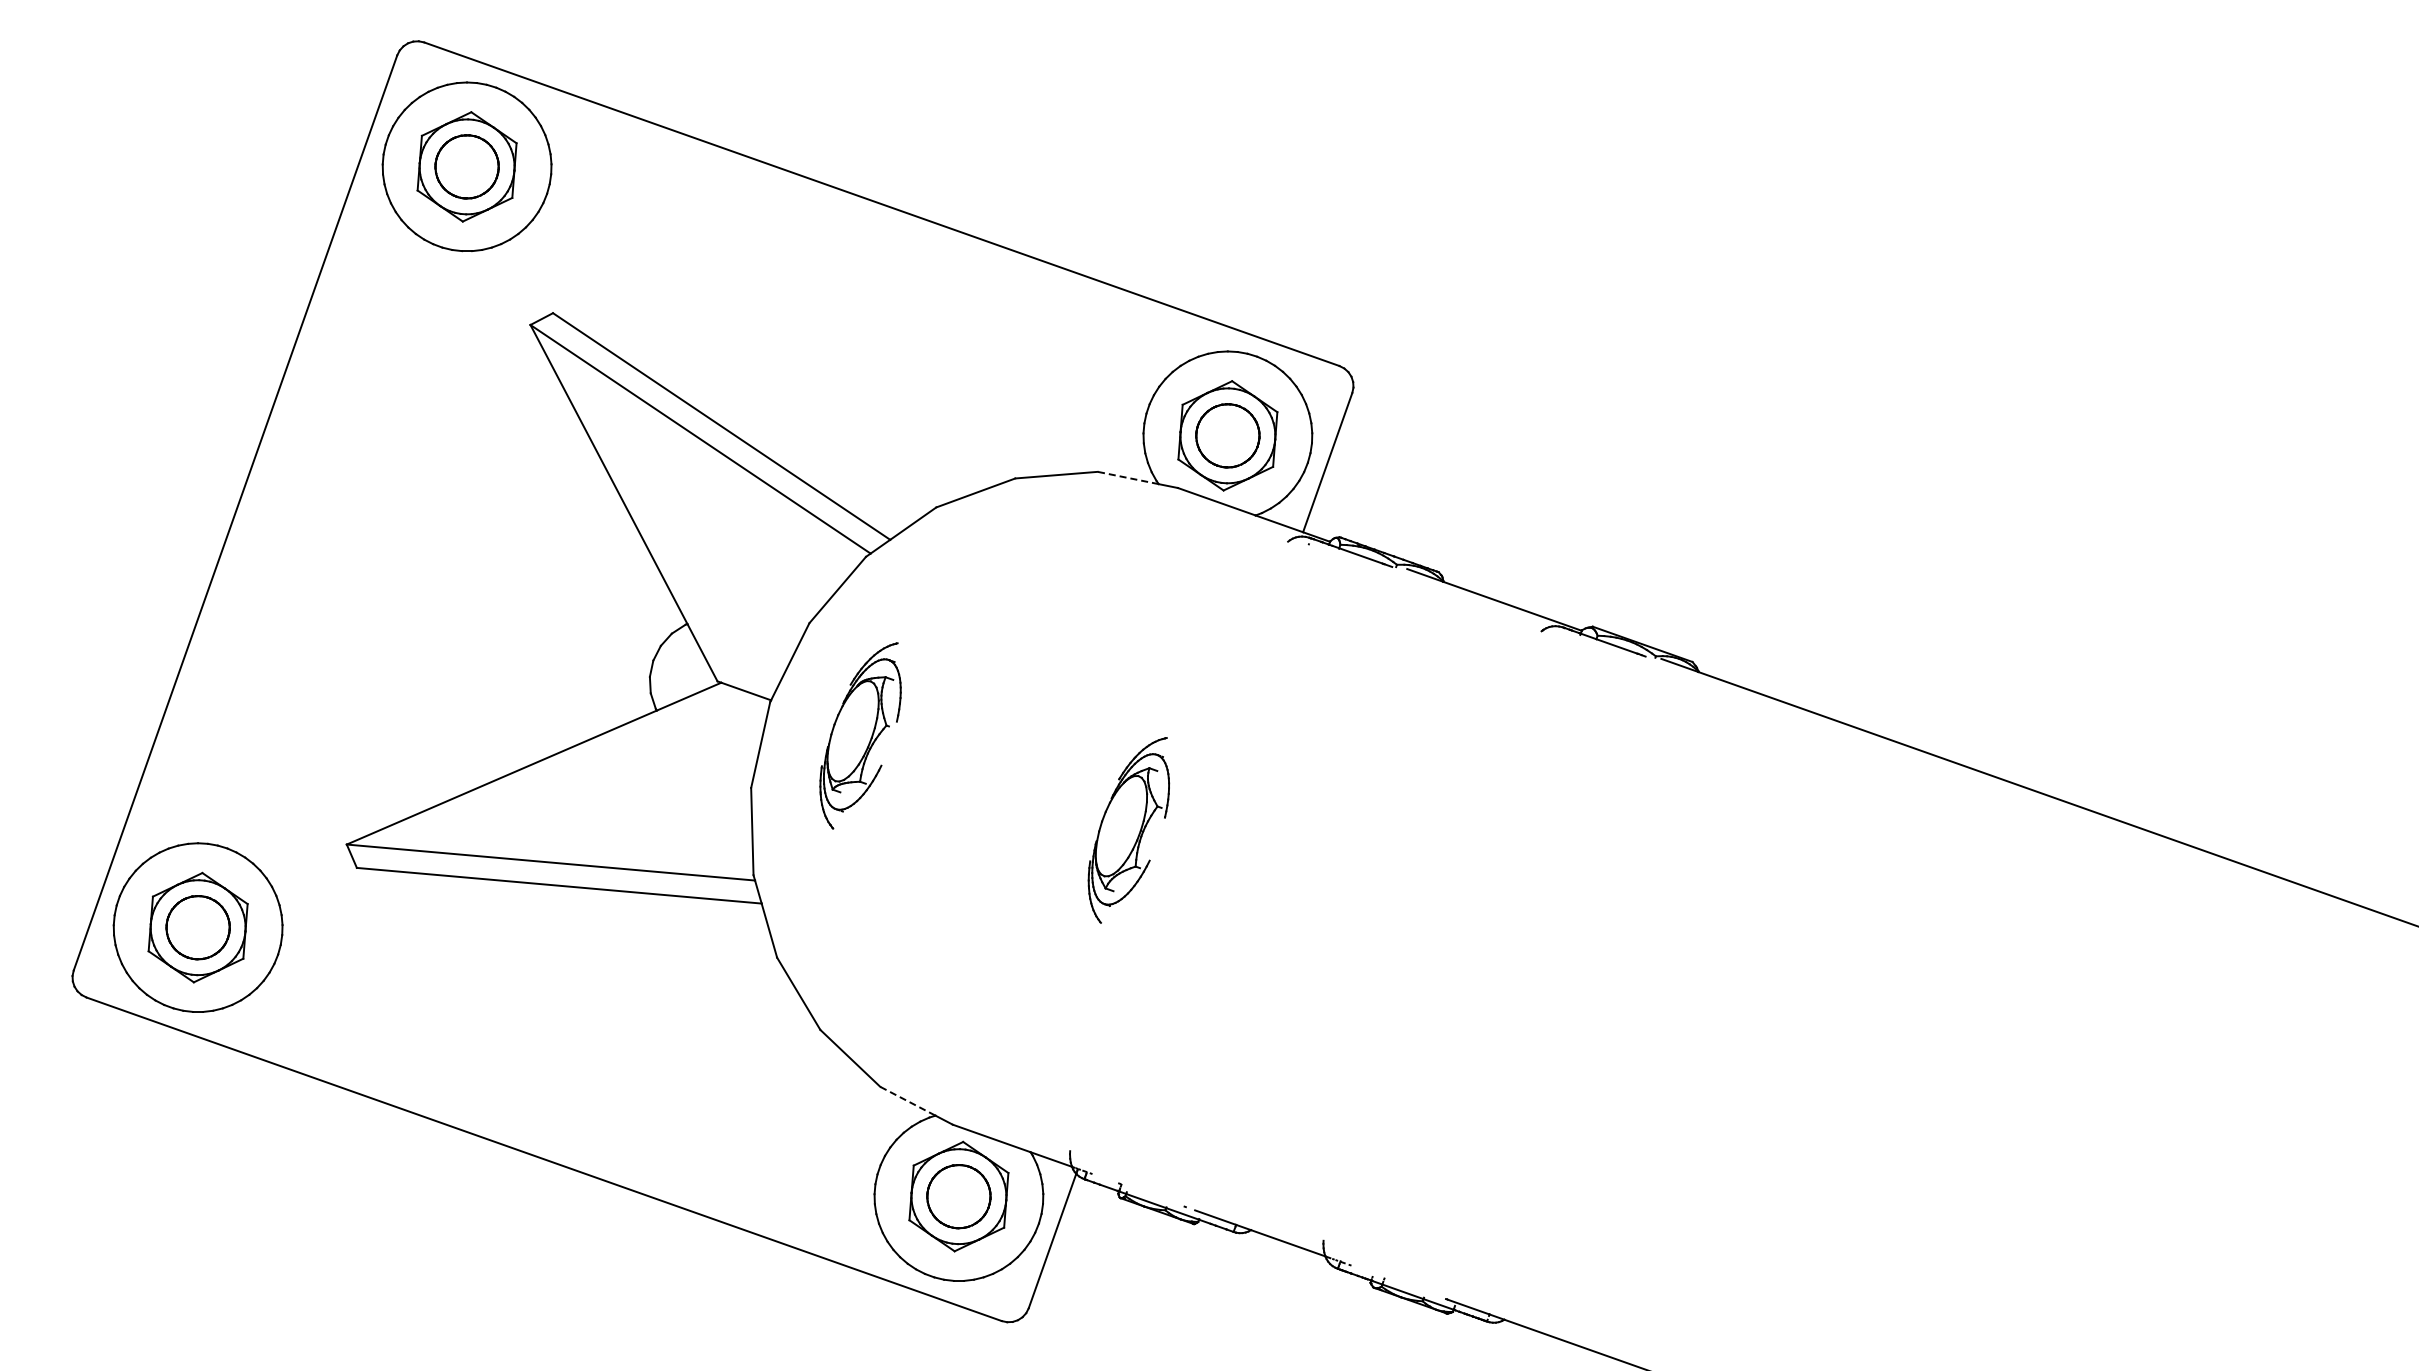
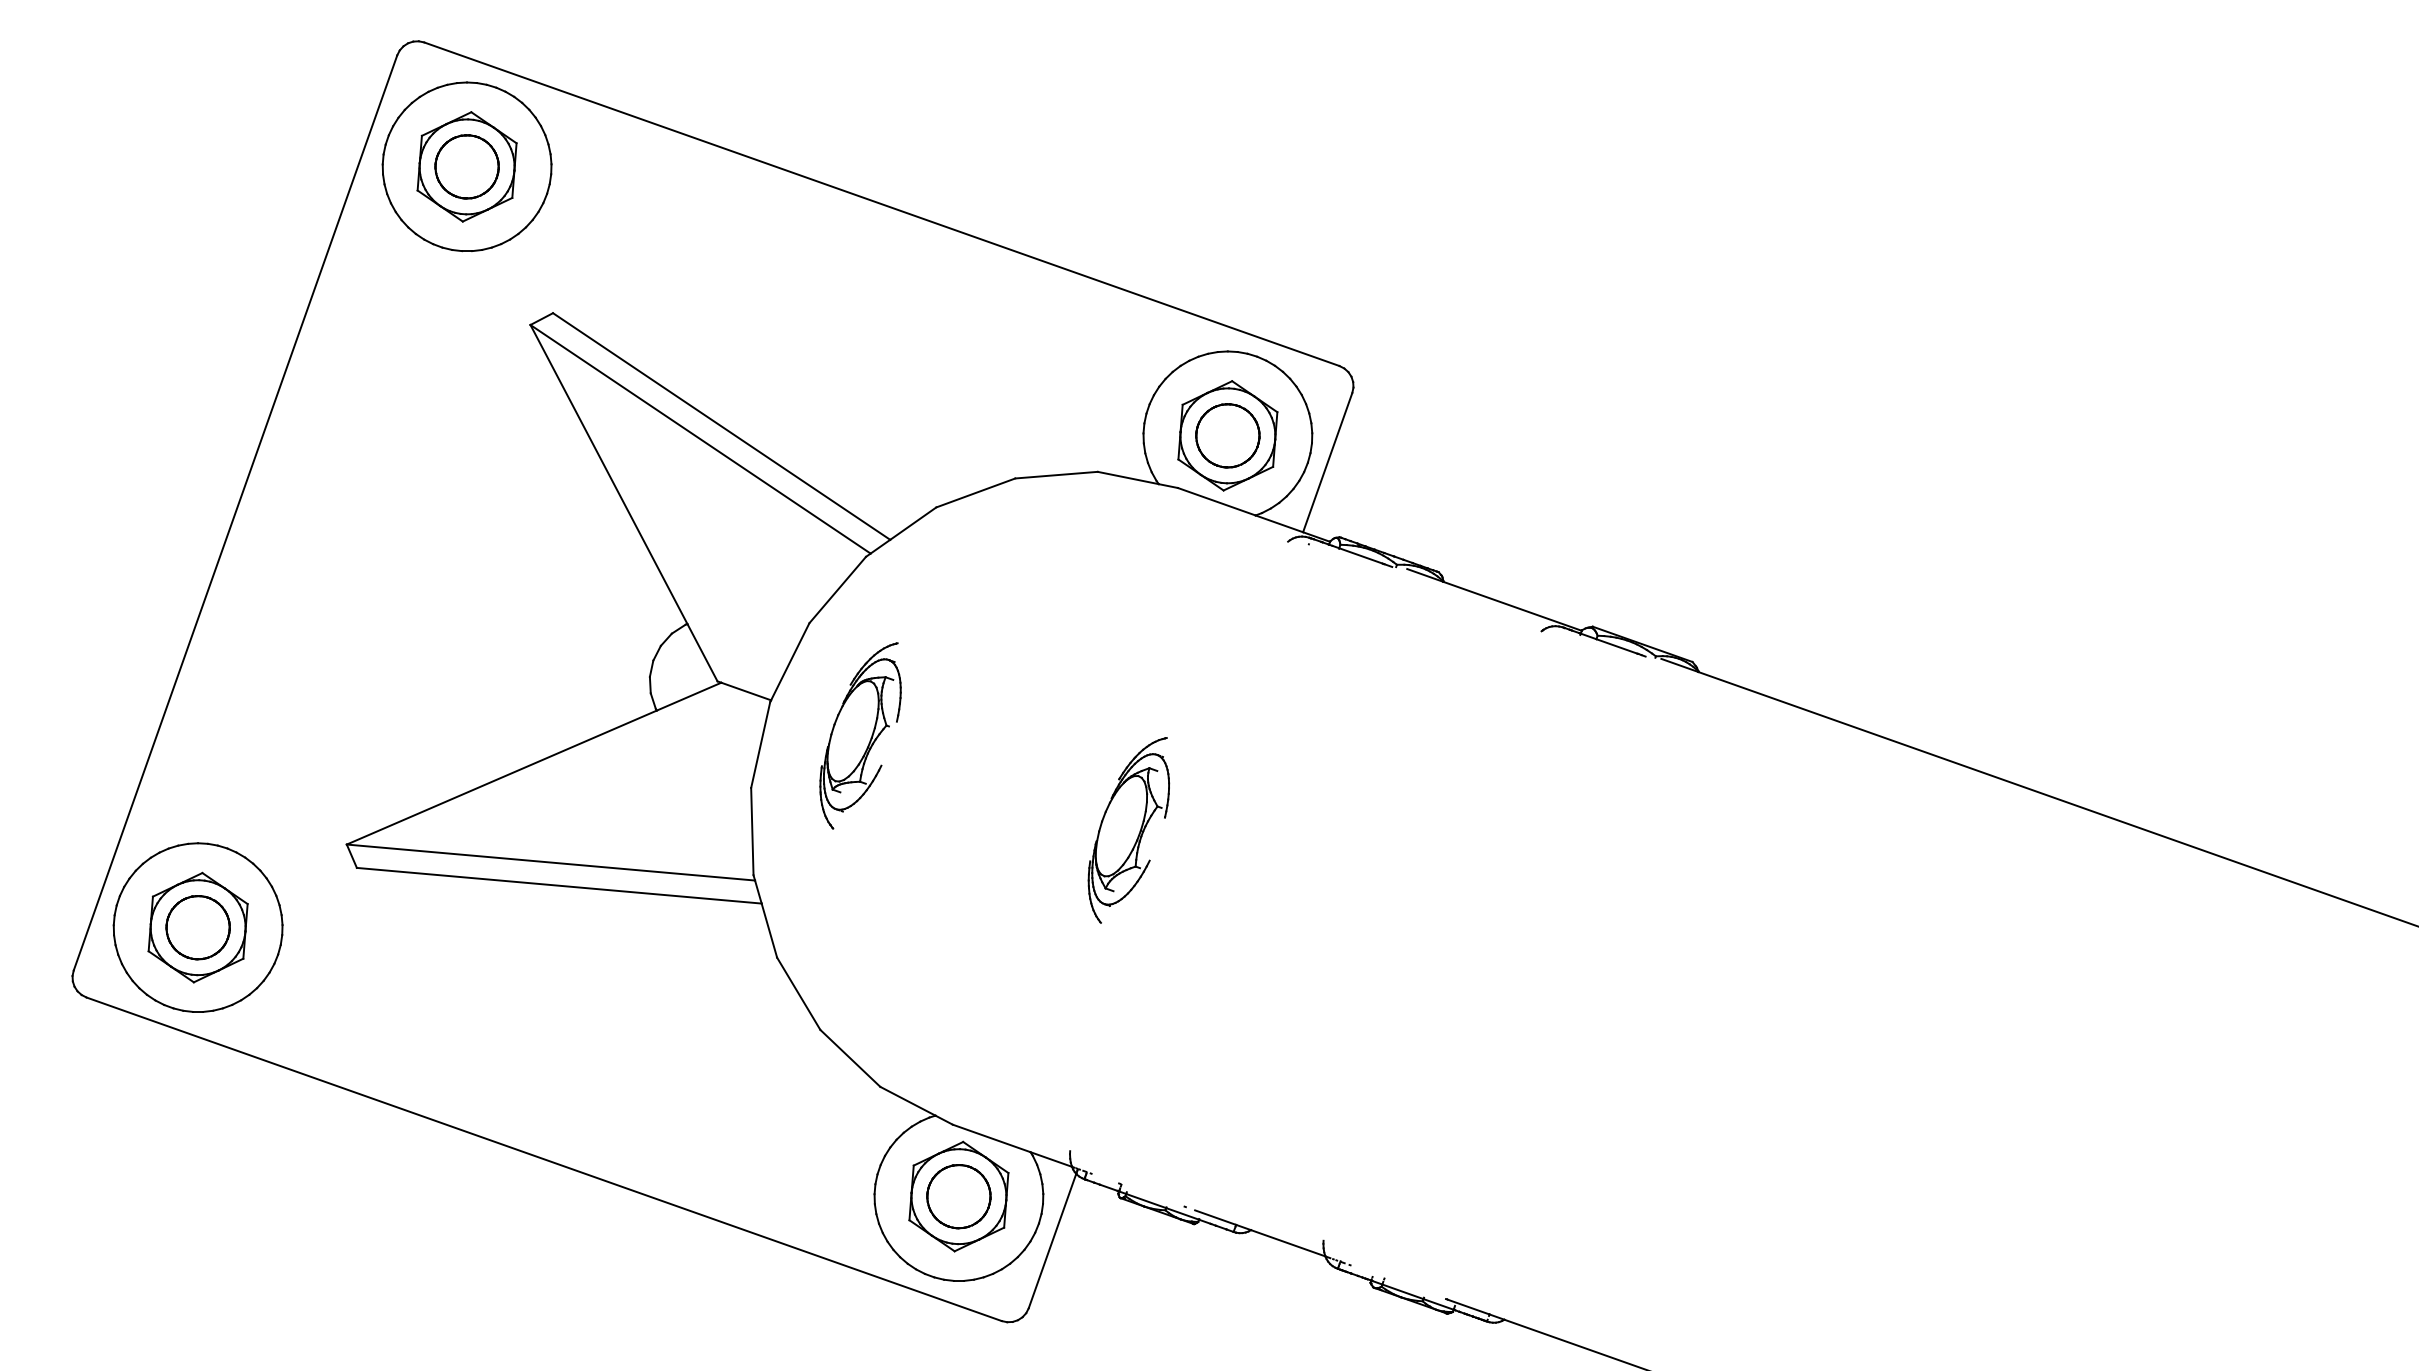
line at (1127, 477): dashed -> solid
line at (908, 1101): dashed -> solid
